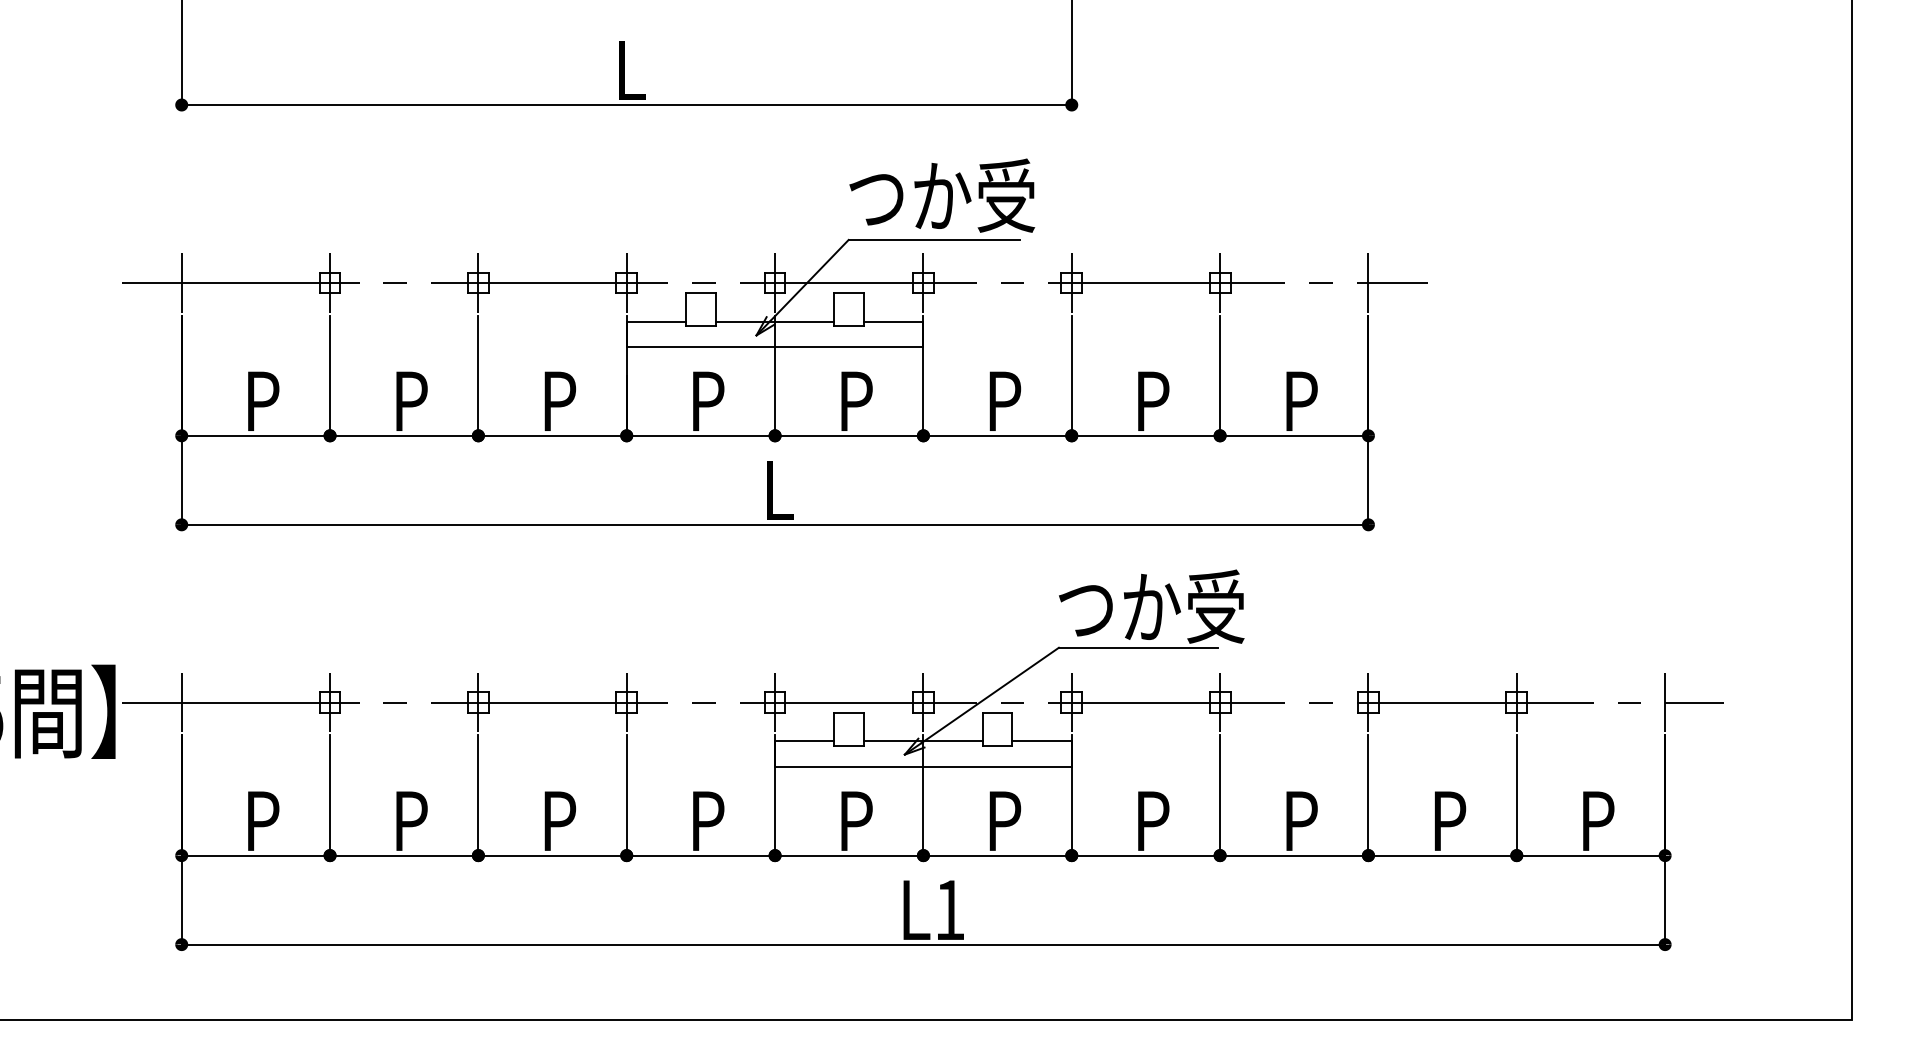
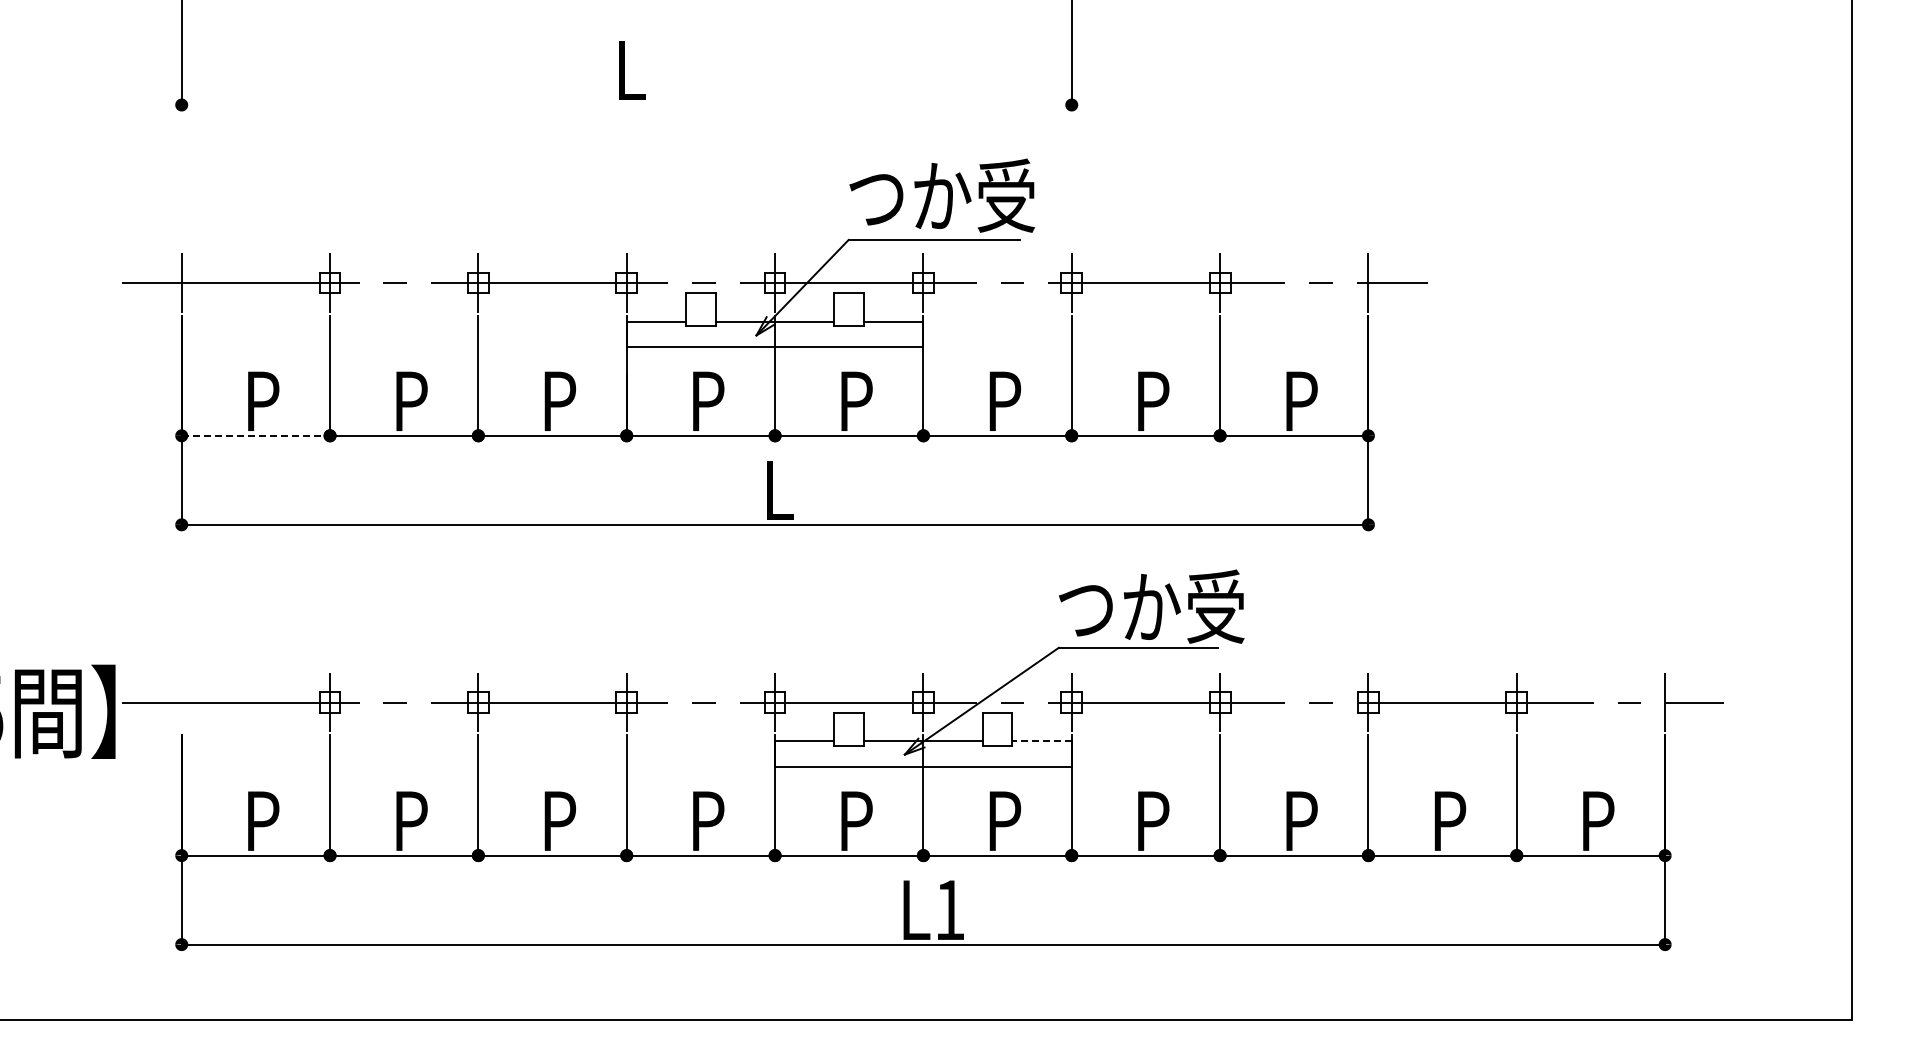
line at (626, 105): present -> none
line at (256, 435): solid -> dashed
line at (181, 702): present -> none
line at (1042, 741): solid -> dashed
